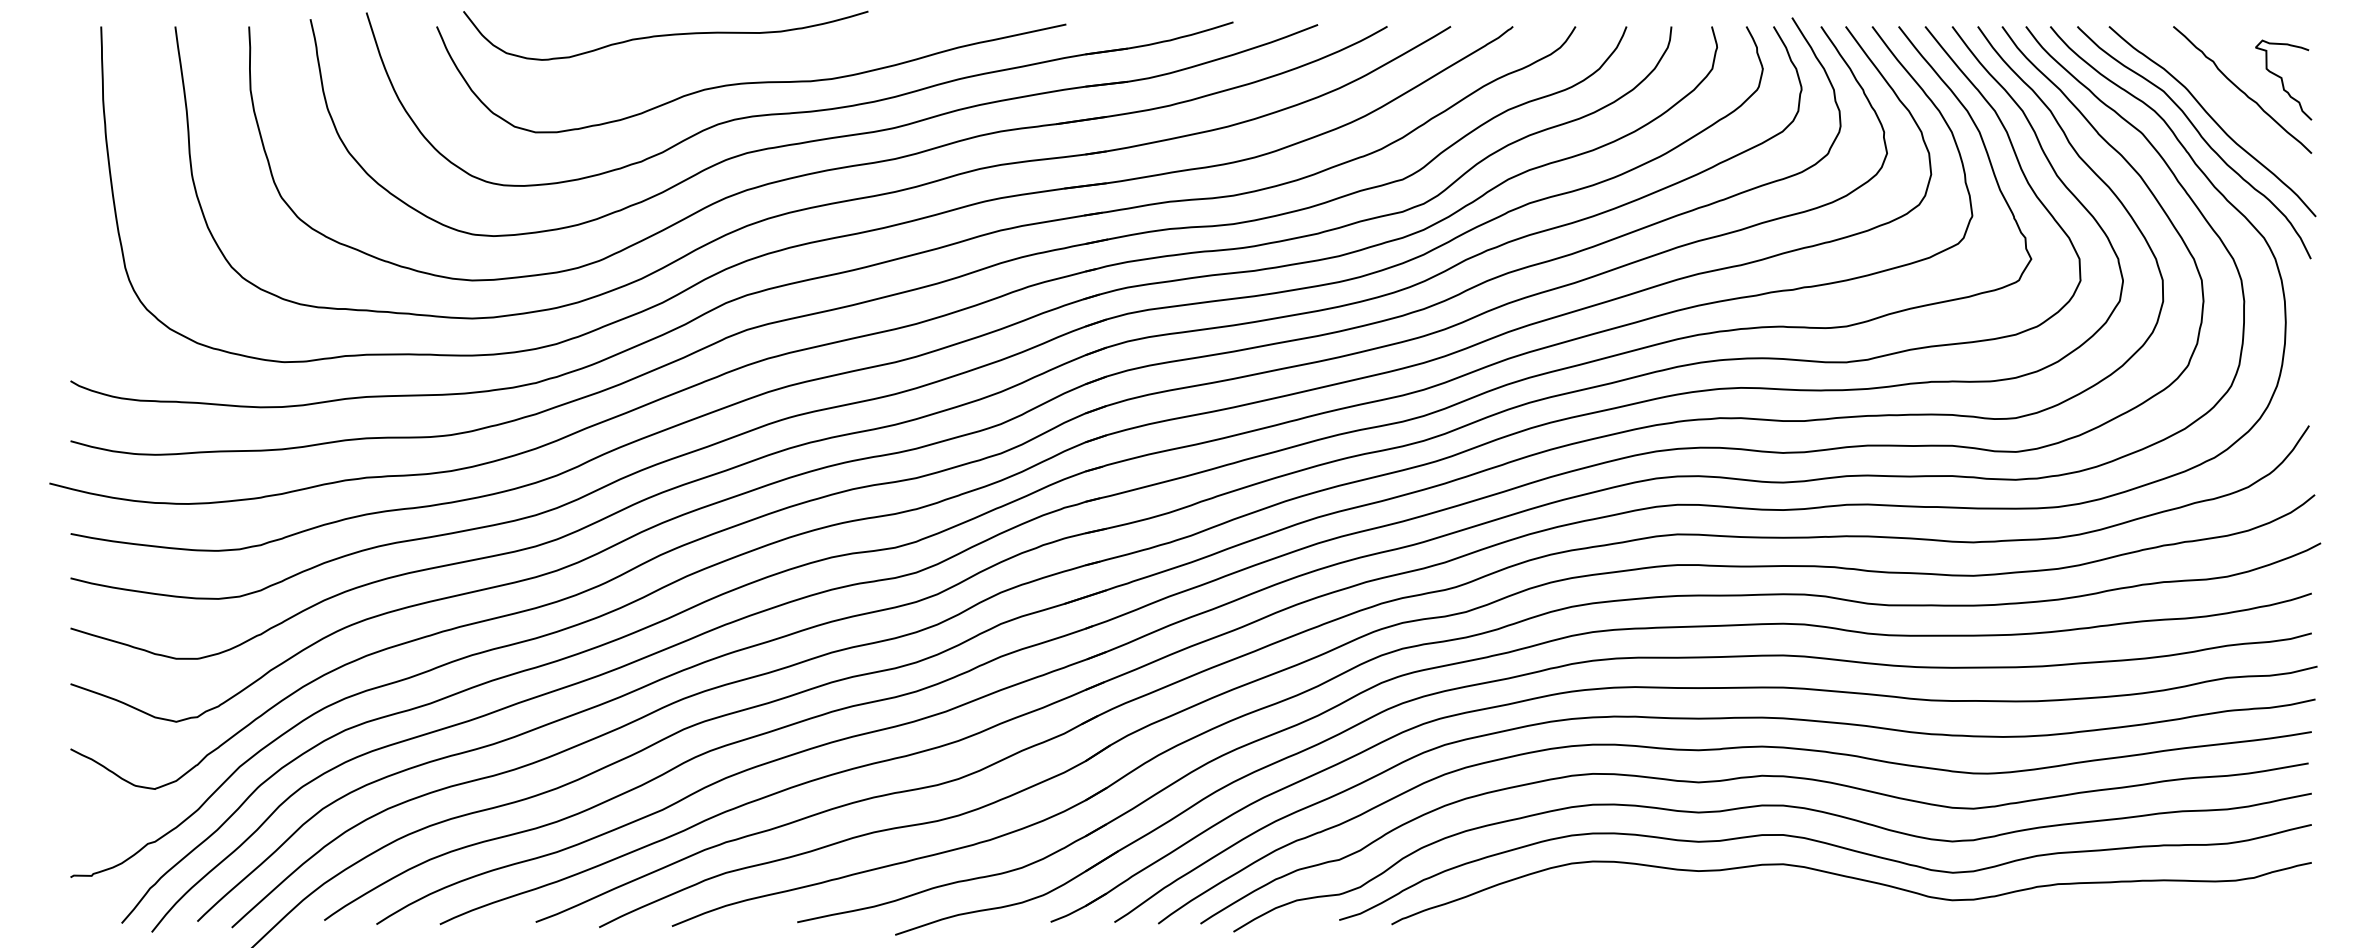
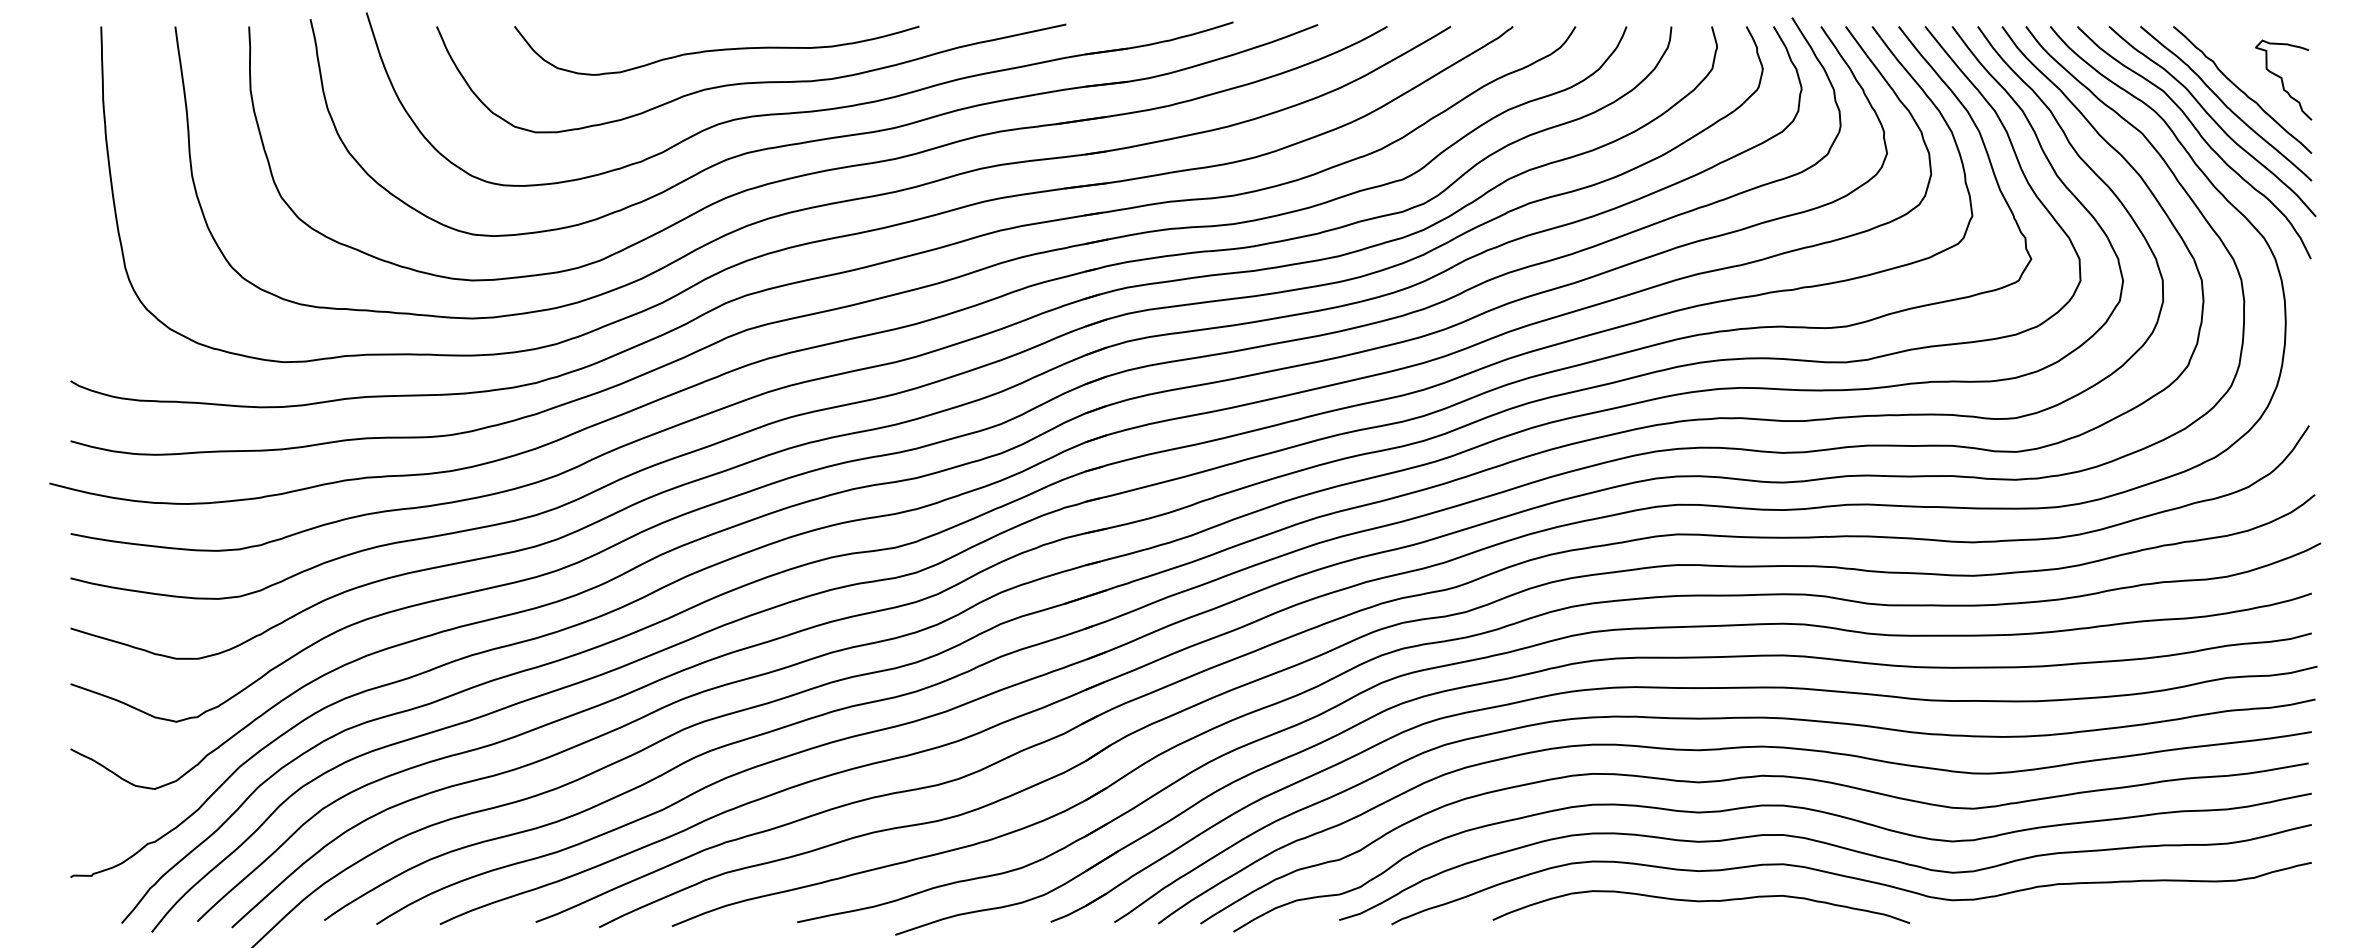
curve at (665, 35) position: (665, 35) -> (716, 50)
curve at (2225, 103): none -> present
curve at (1701, 902): none -> present
